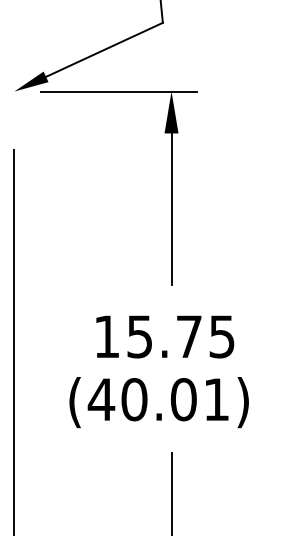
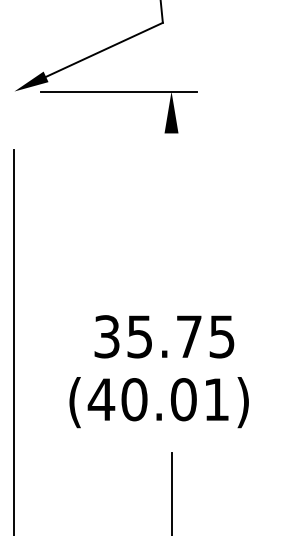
line at (171, 208): present -> none
text at (106, 336): 15.75 -> 35.75
